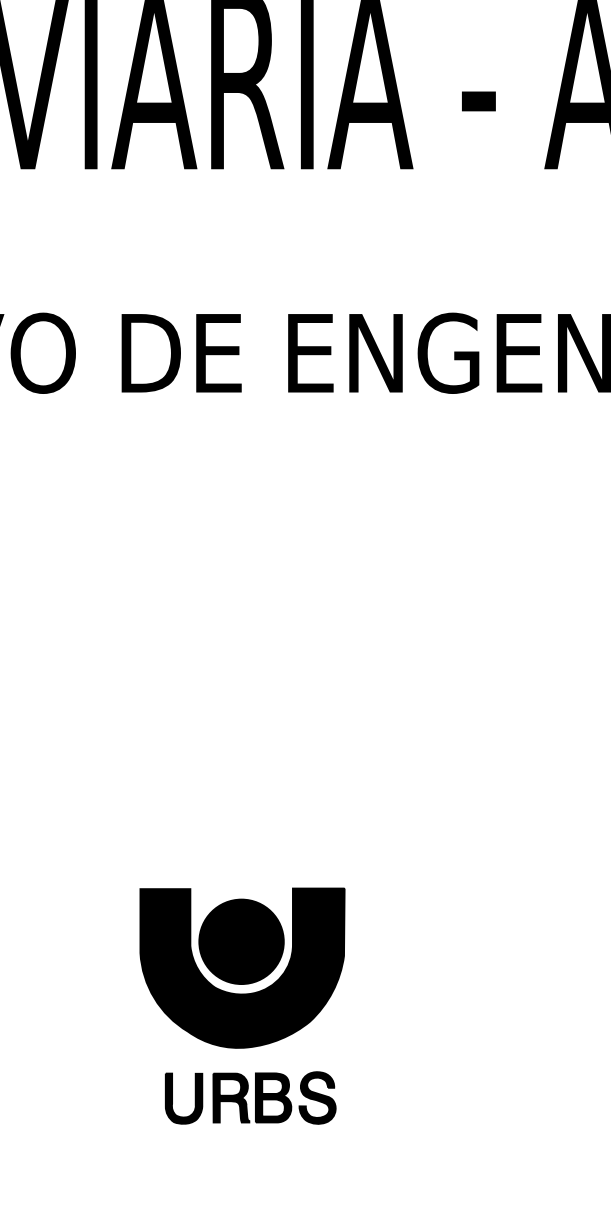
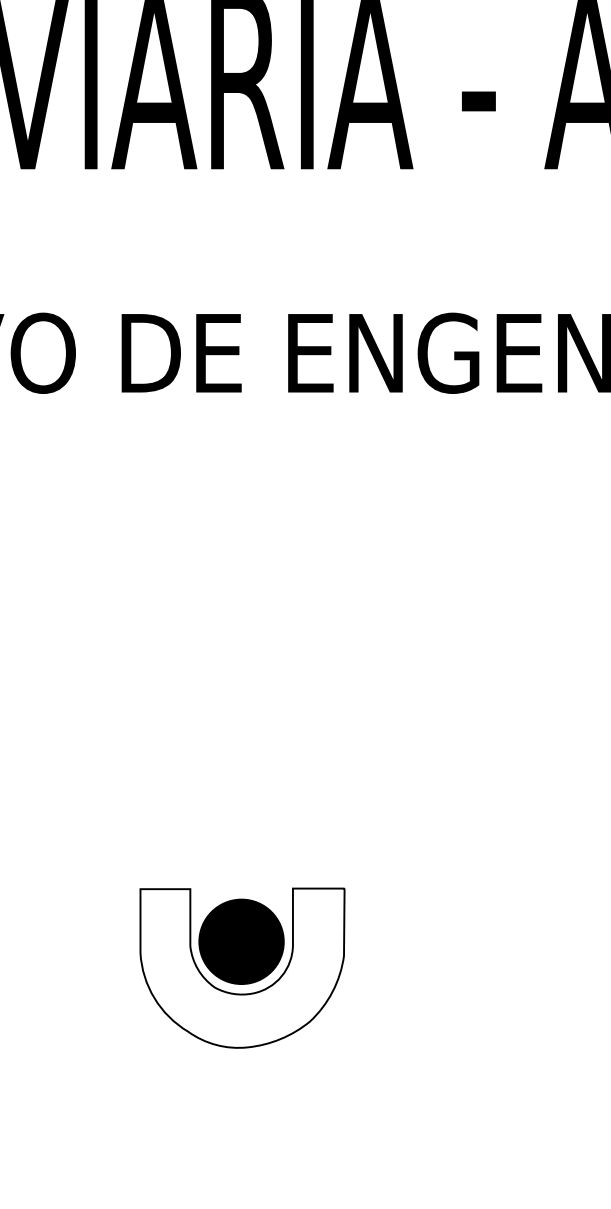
fill at (242, 967): present -> none
part at (250, 1097): present -> none
